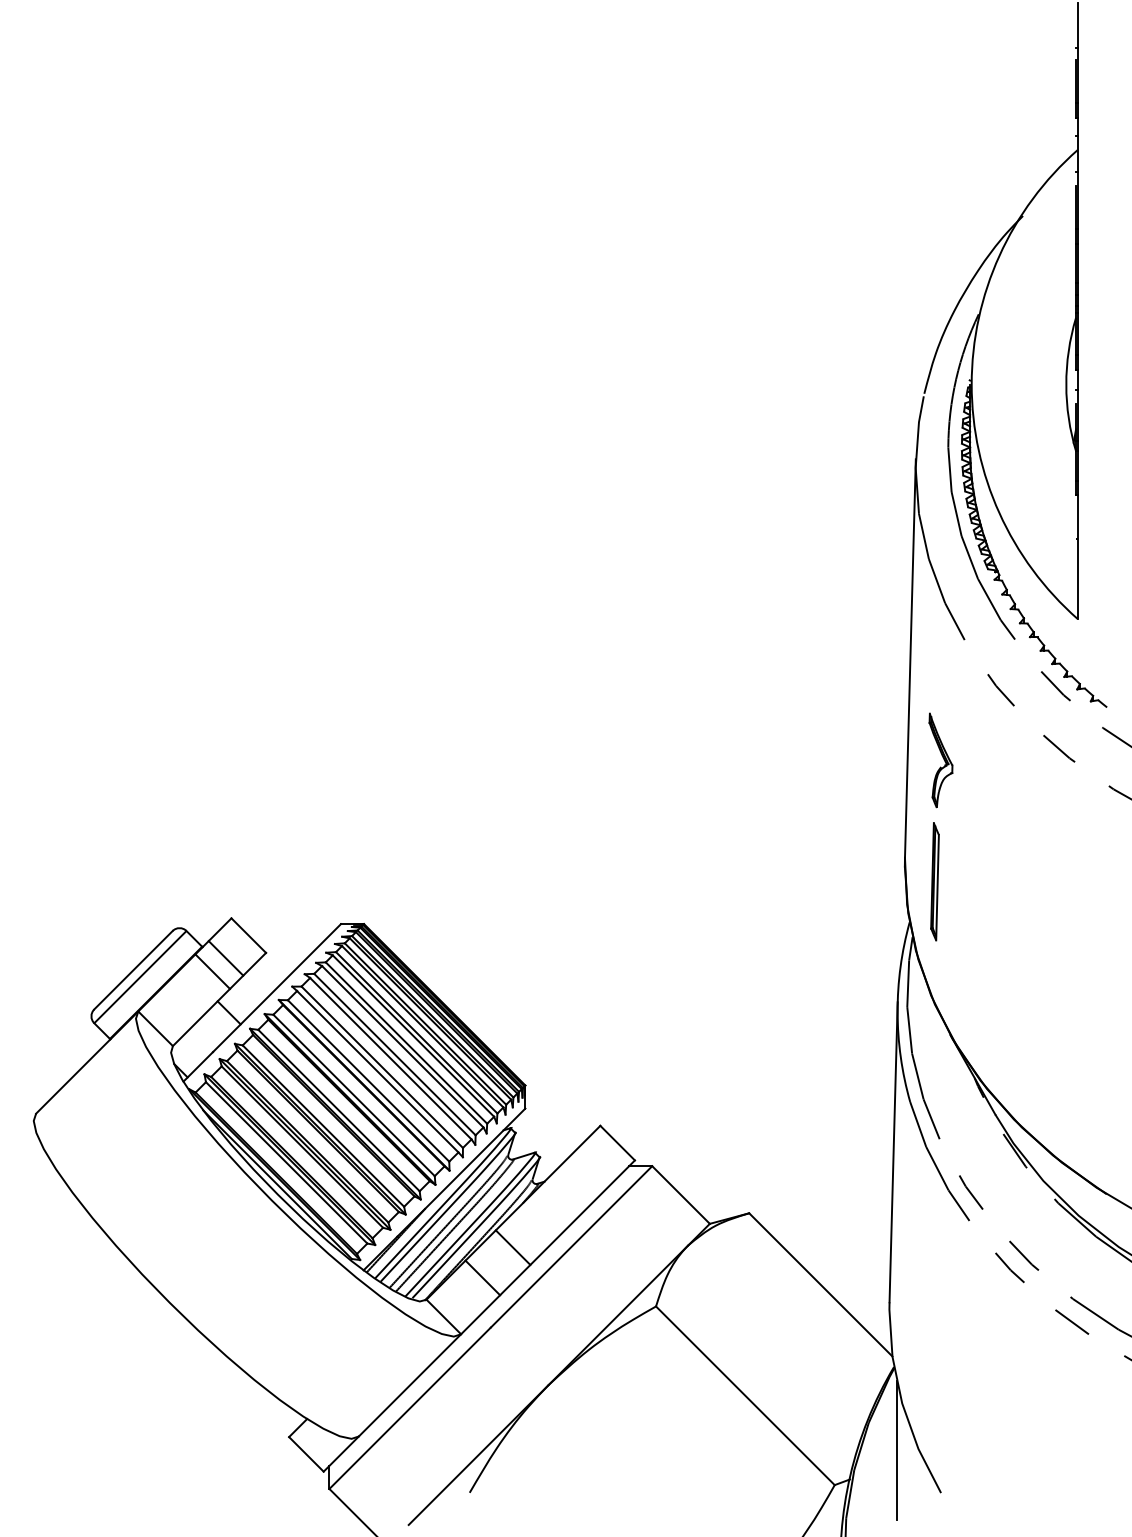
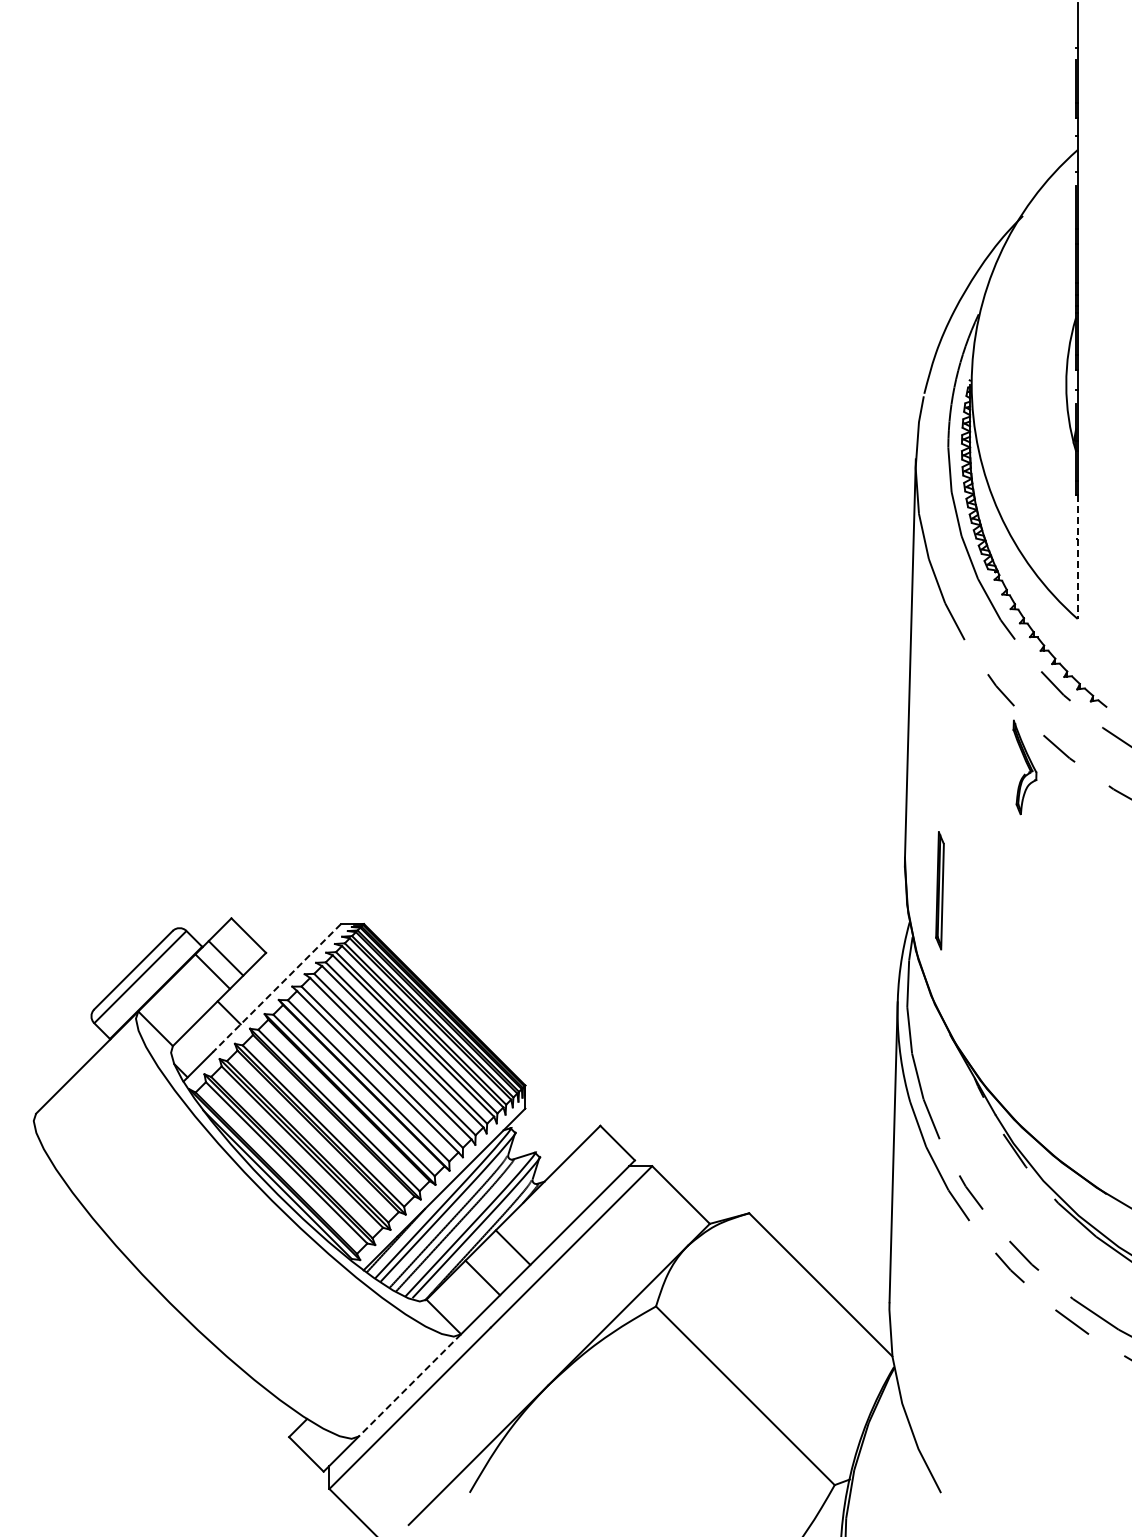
line at (1077, 557): solid -> dashed
part at (940, 760) position: (940, 760) -> (1024, 767)
part at (934, 881) position: (934, 881) -> (939, 890)
line at (276, 988): solid -> dashed
line at (409, 1385): solid -> dashed
line at (896, 1450): present -> none
